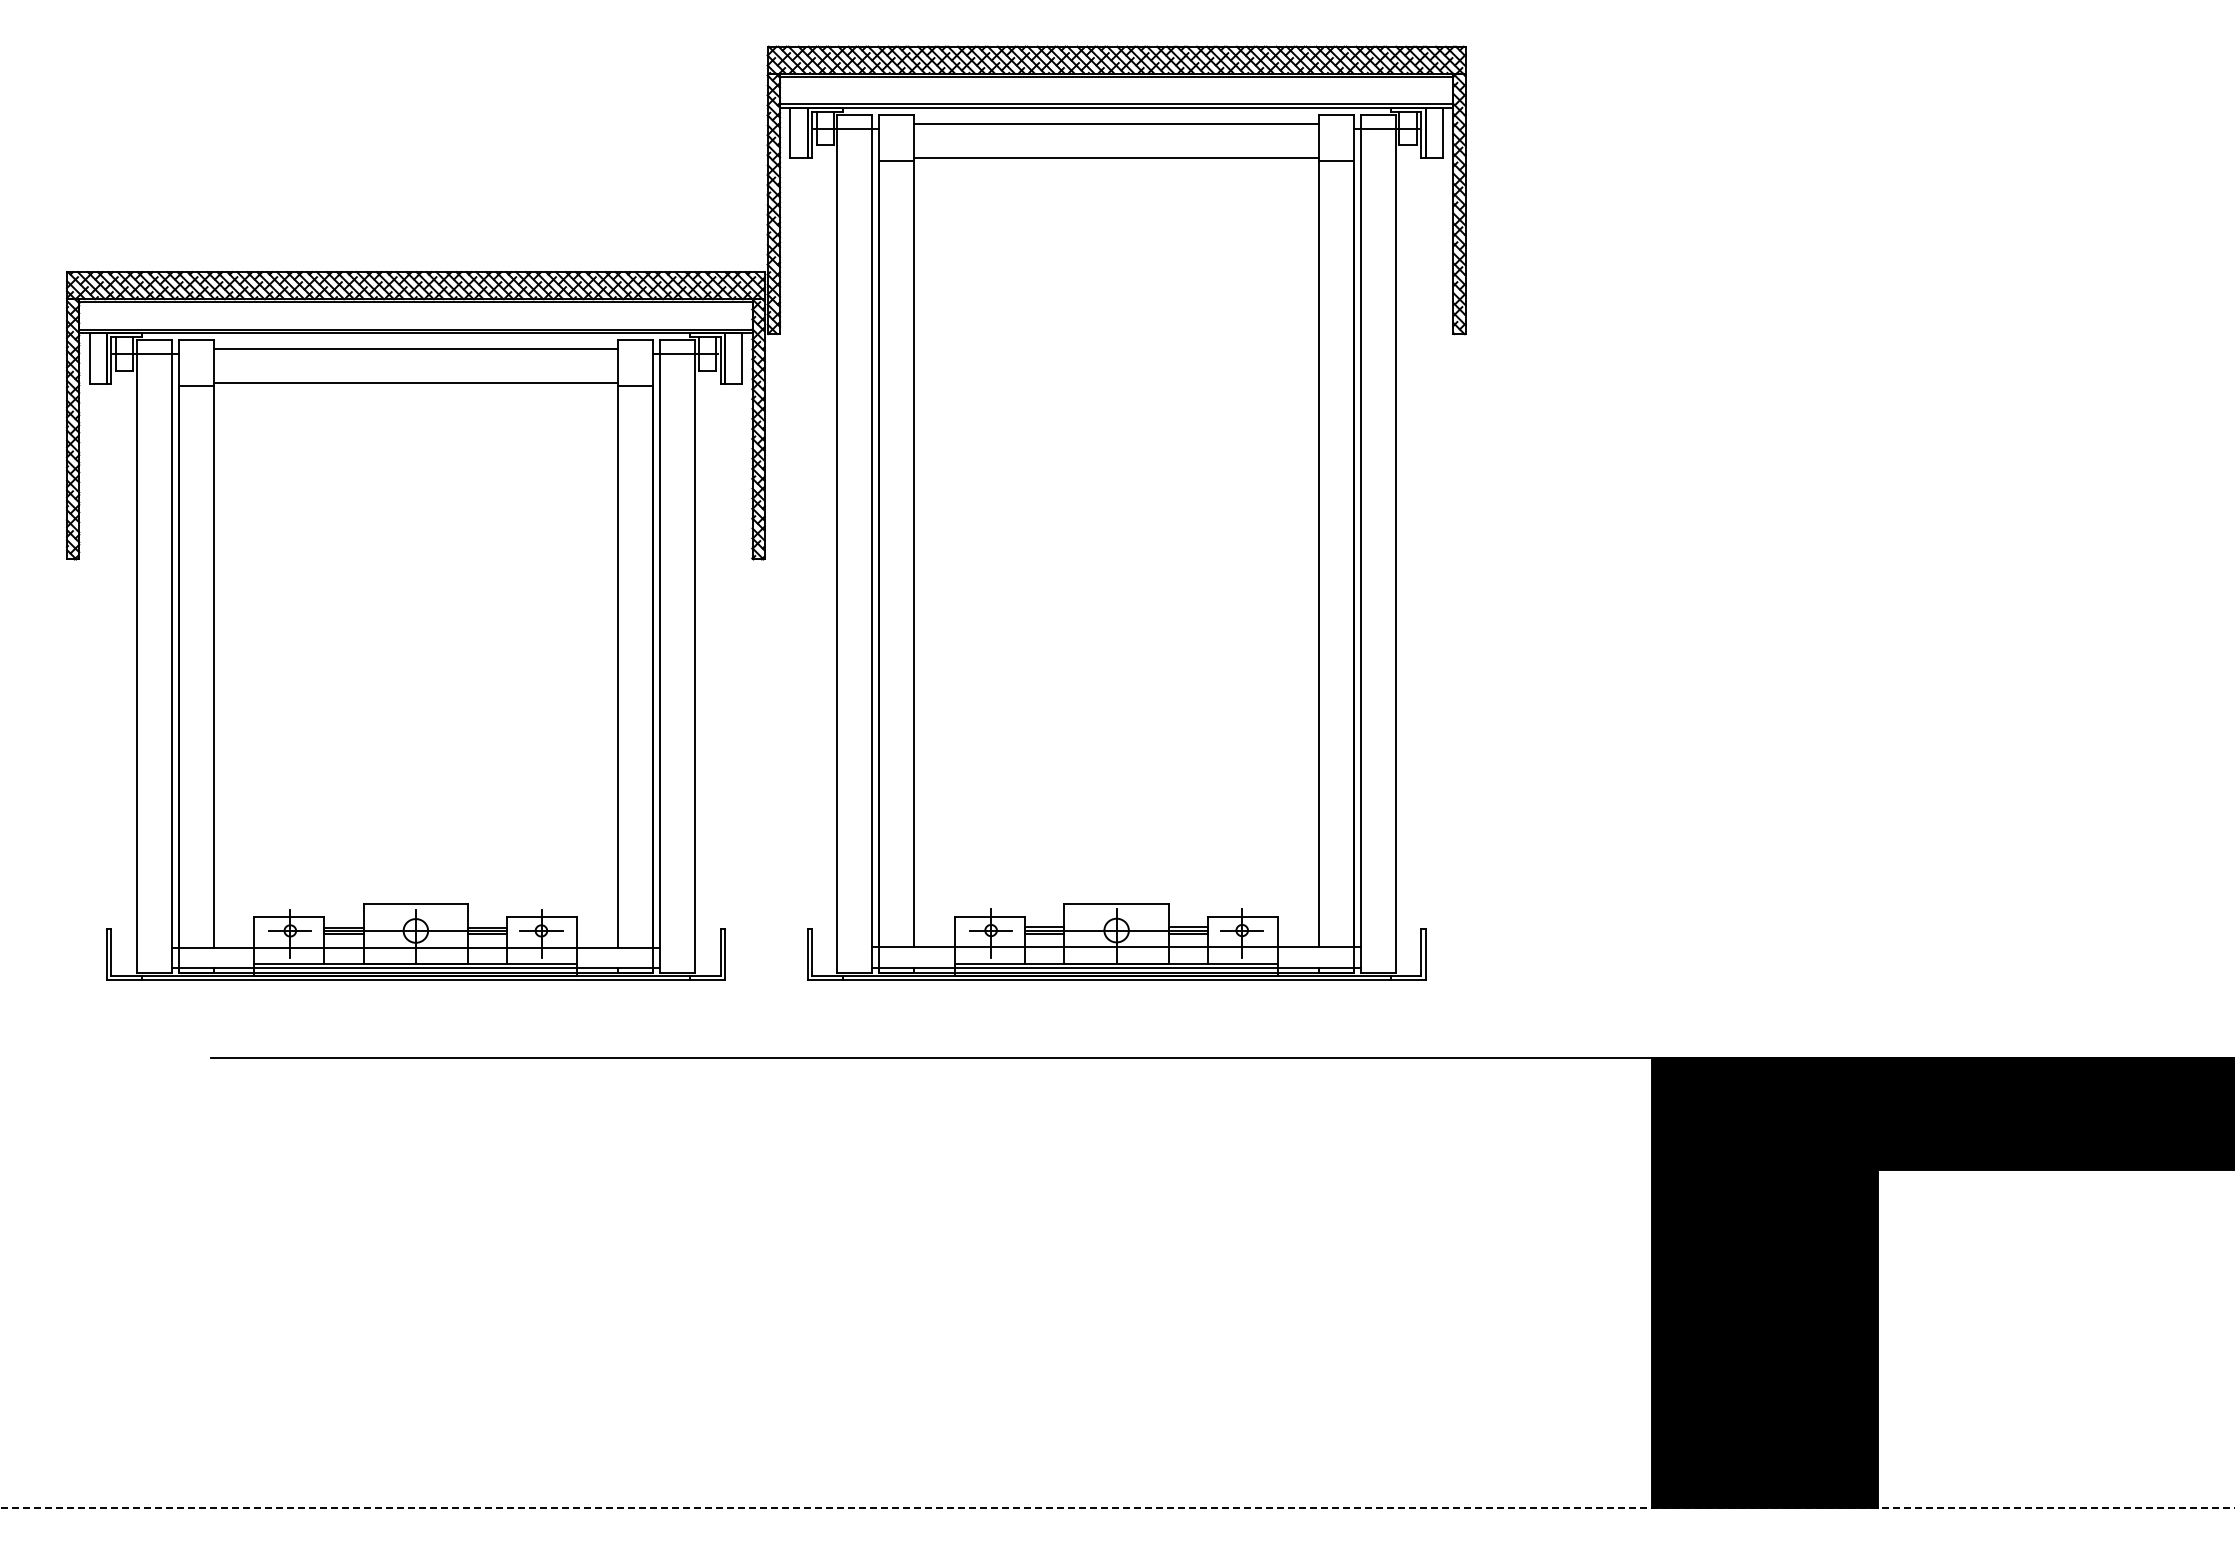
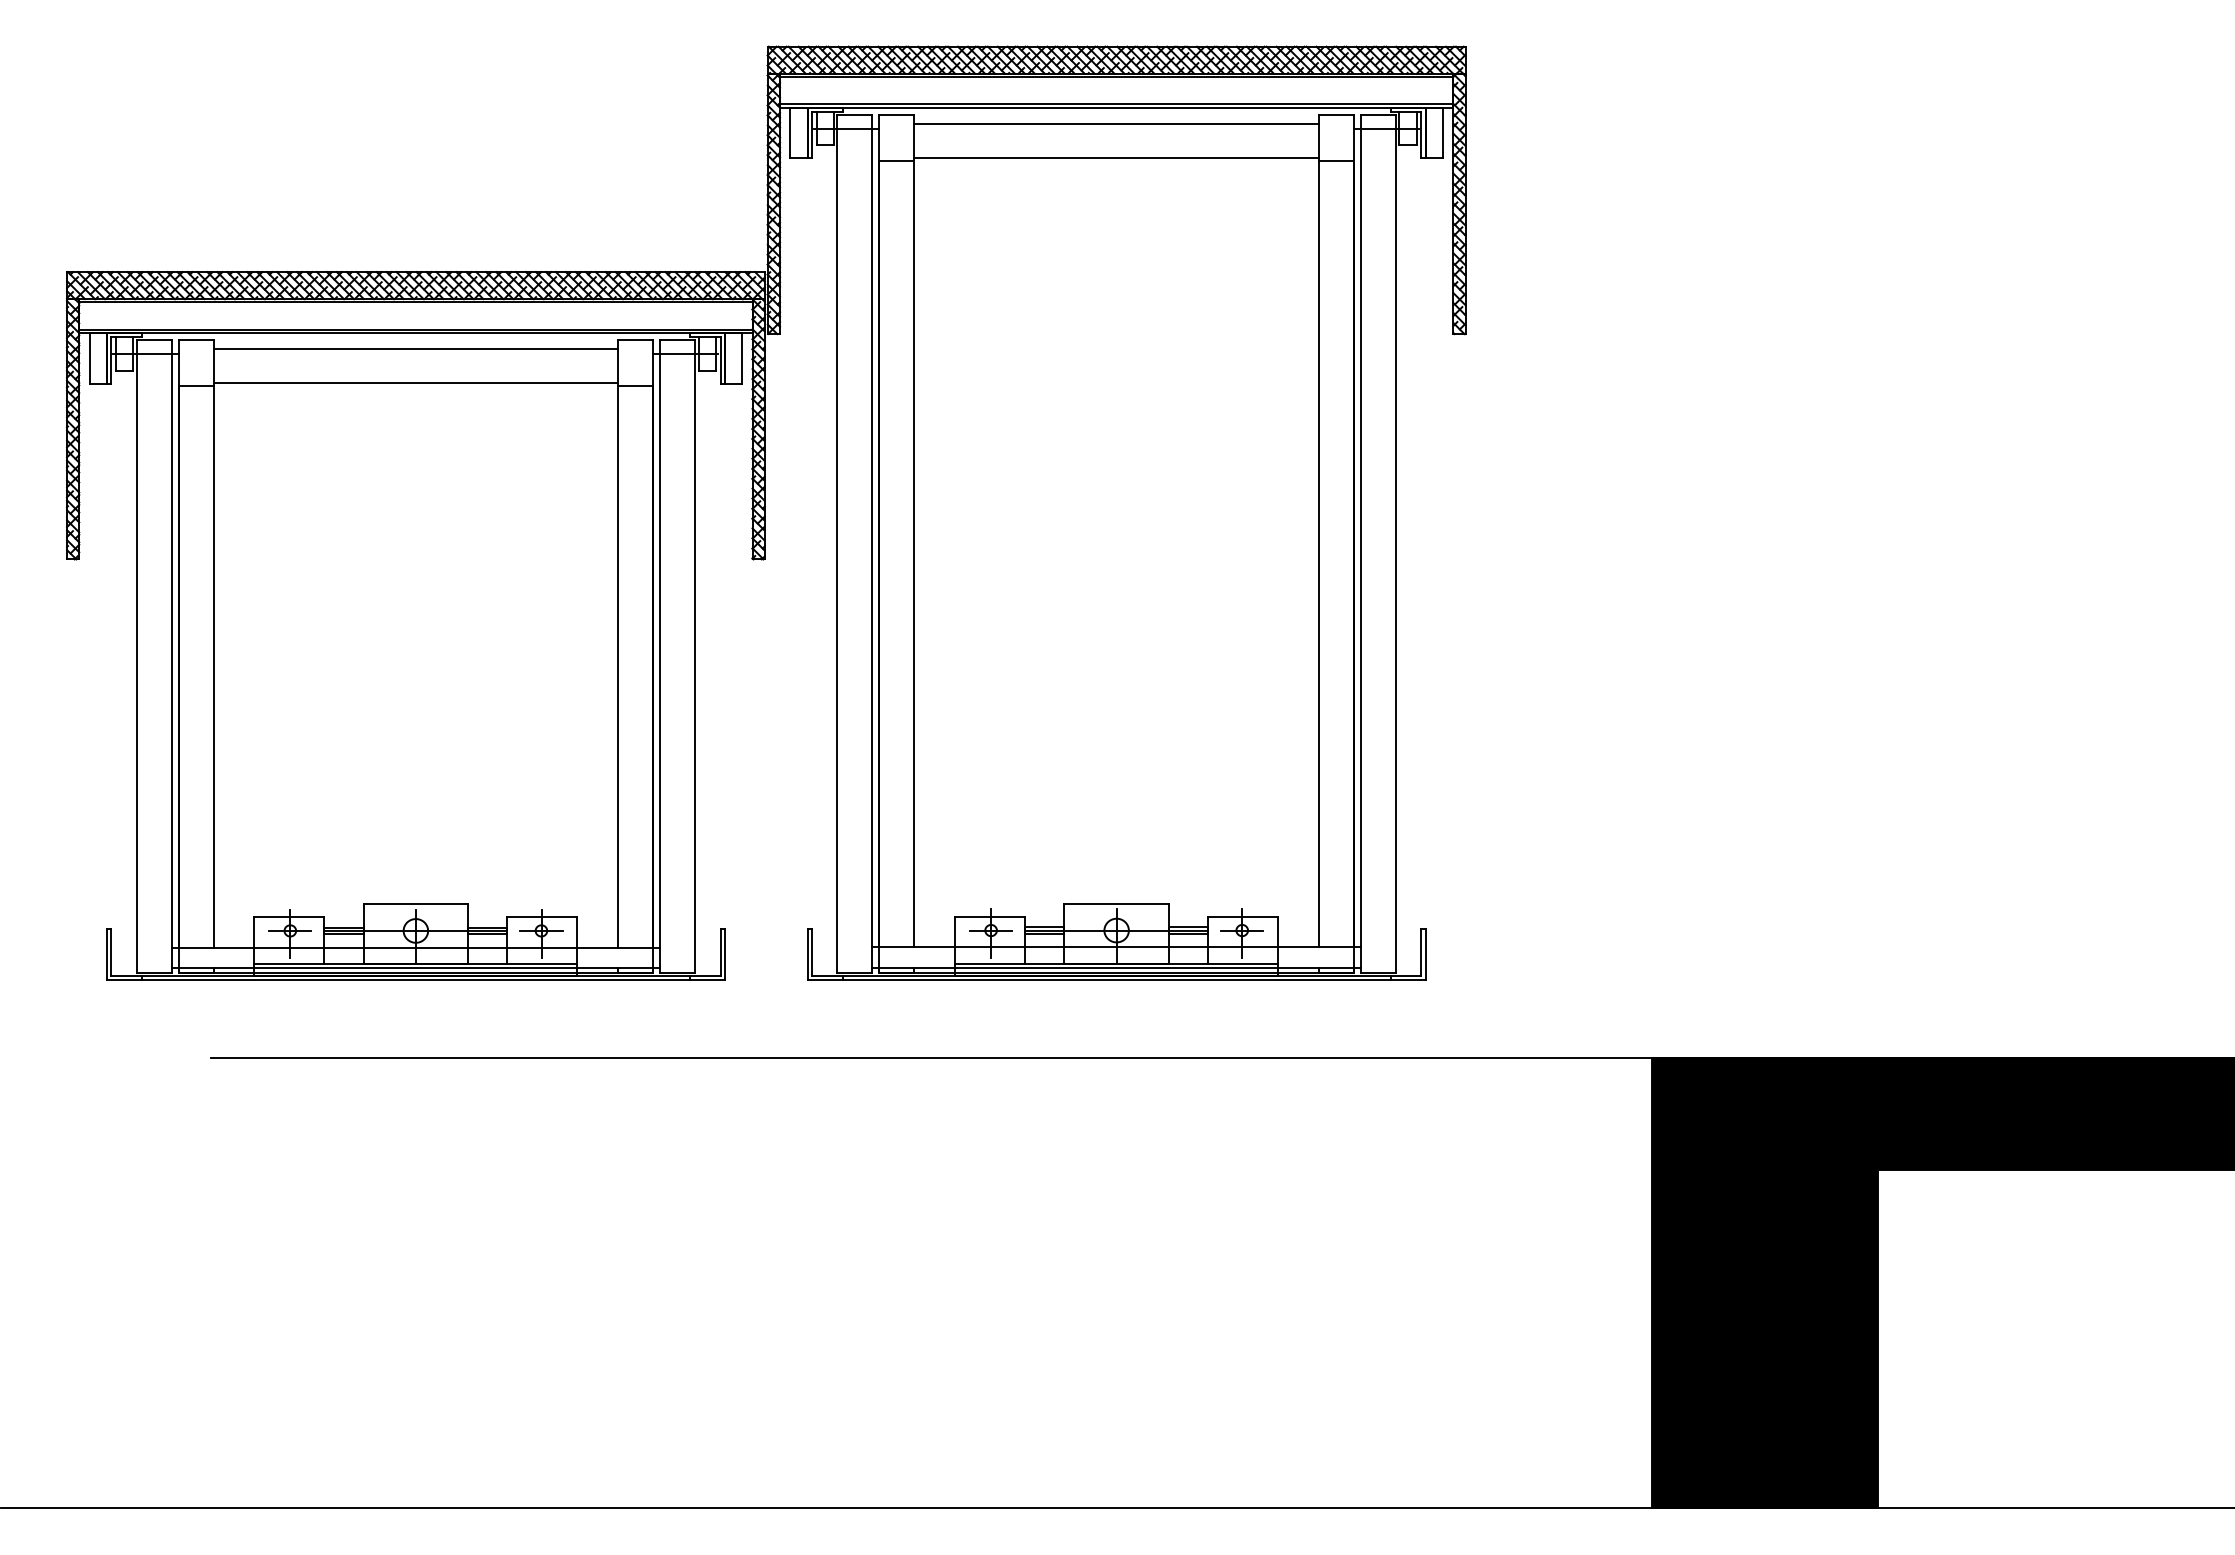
line at (1117, 1508): dashed -> solid
